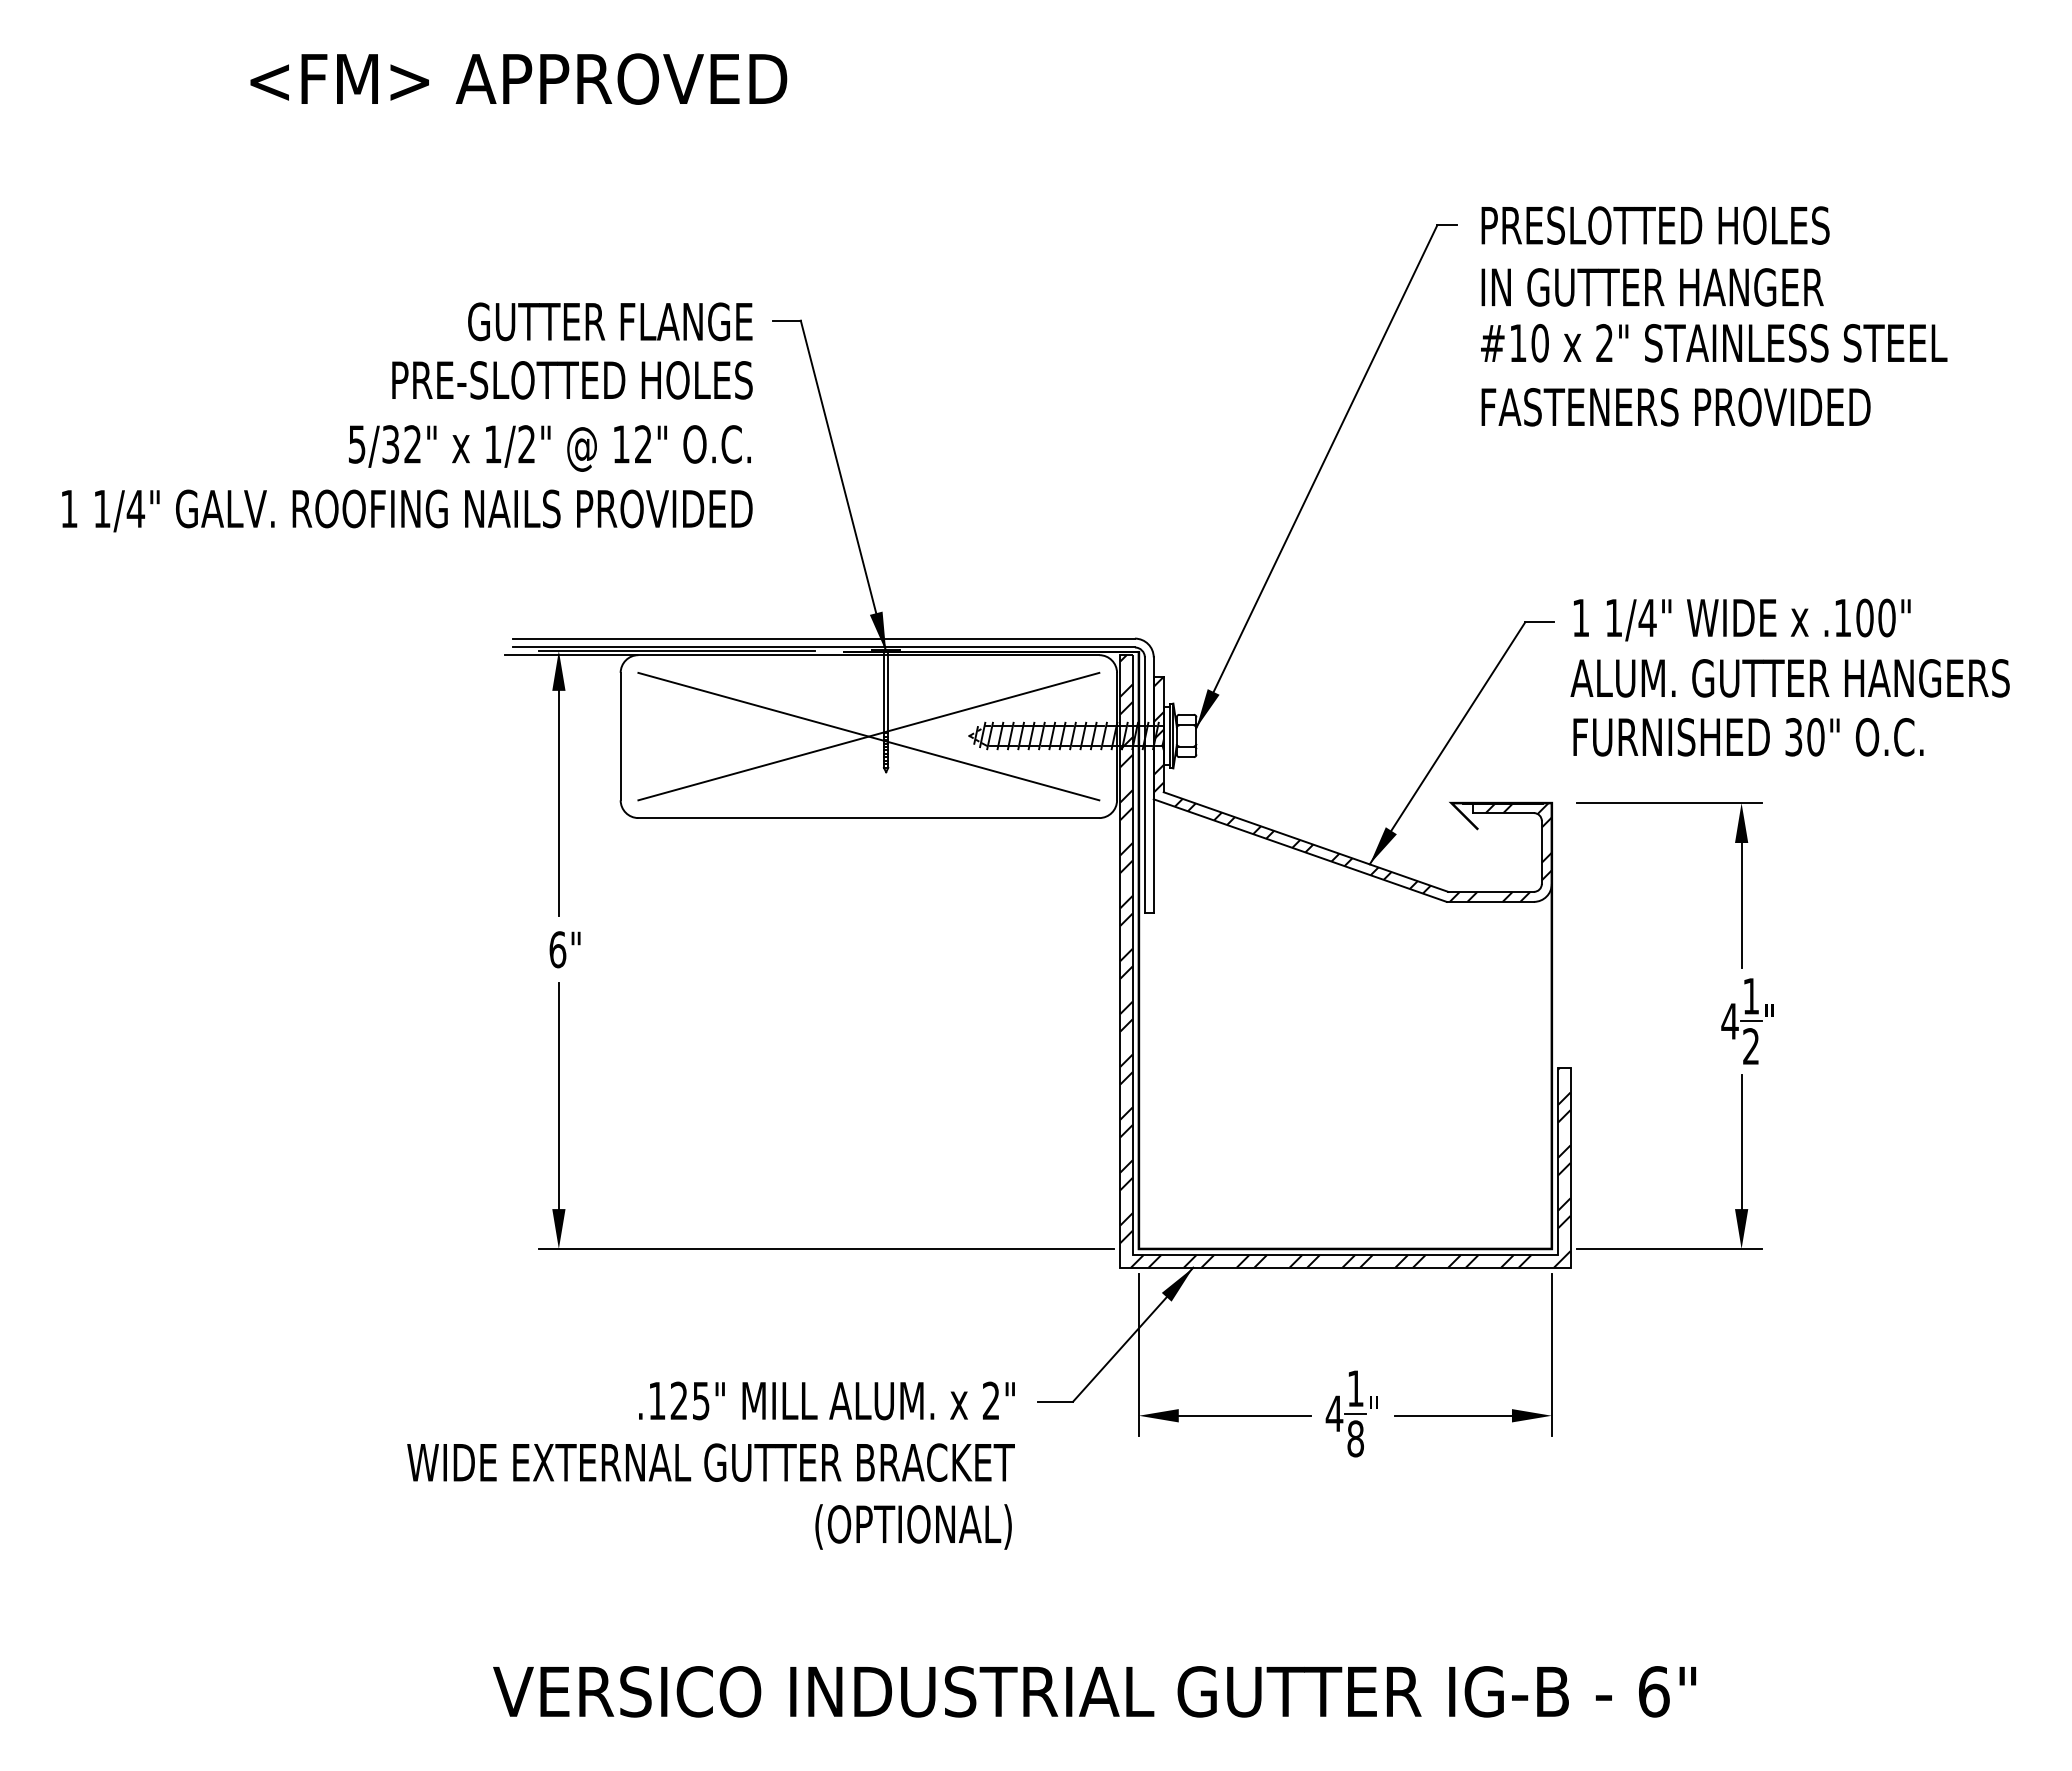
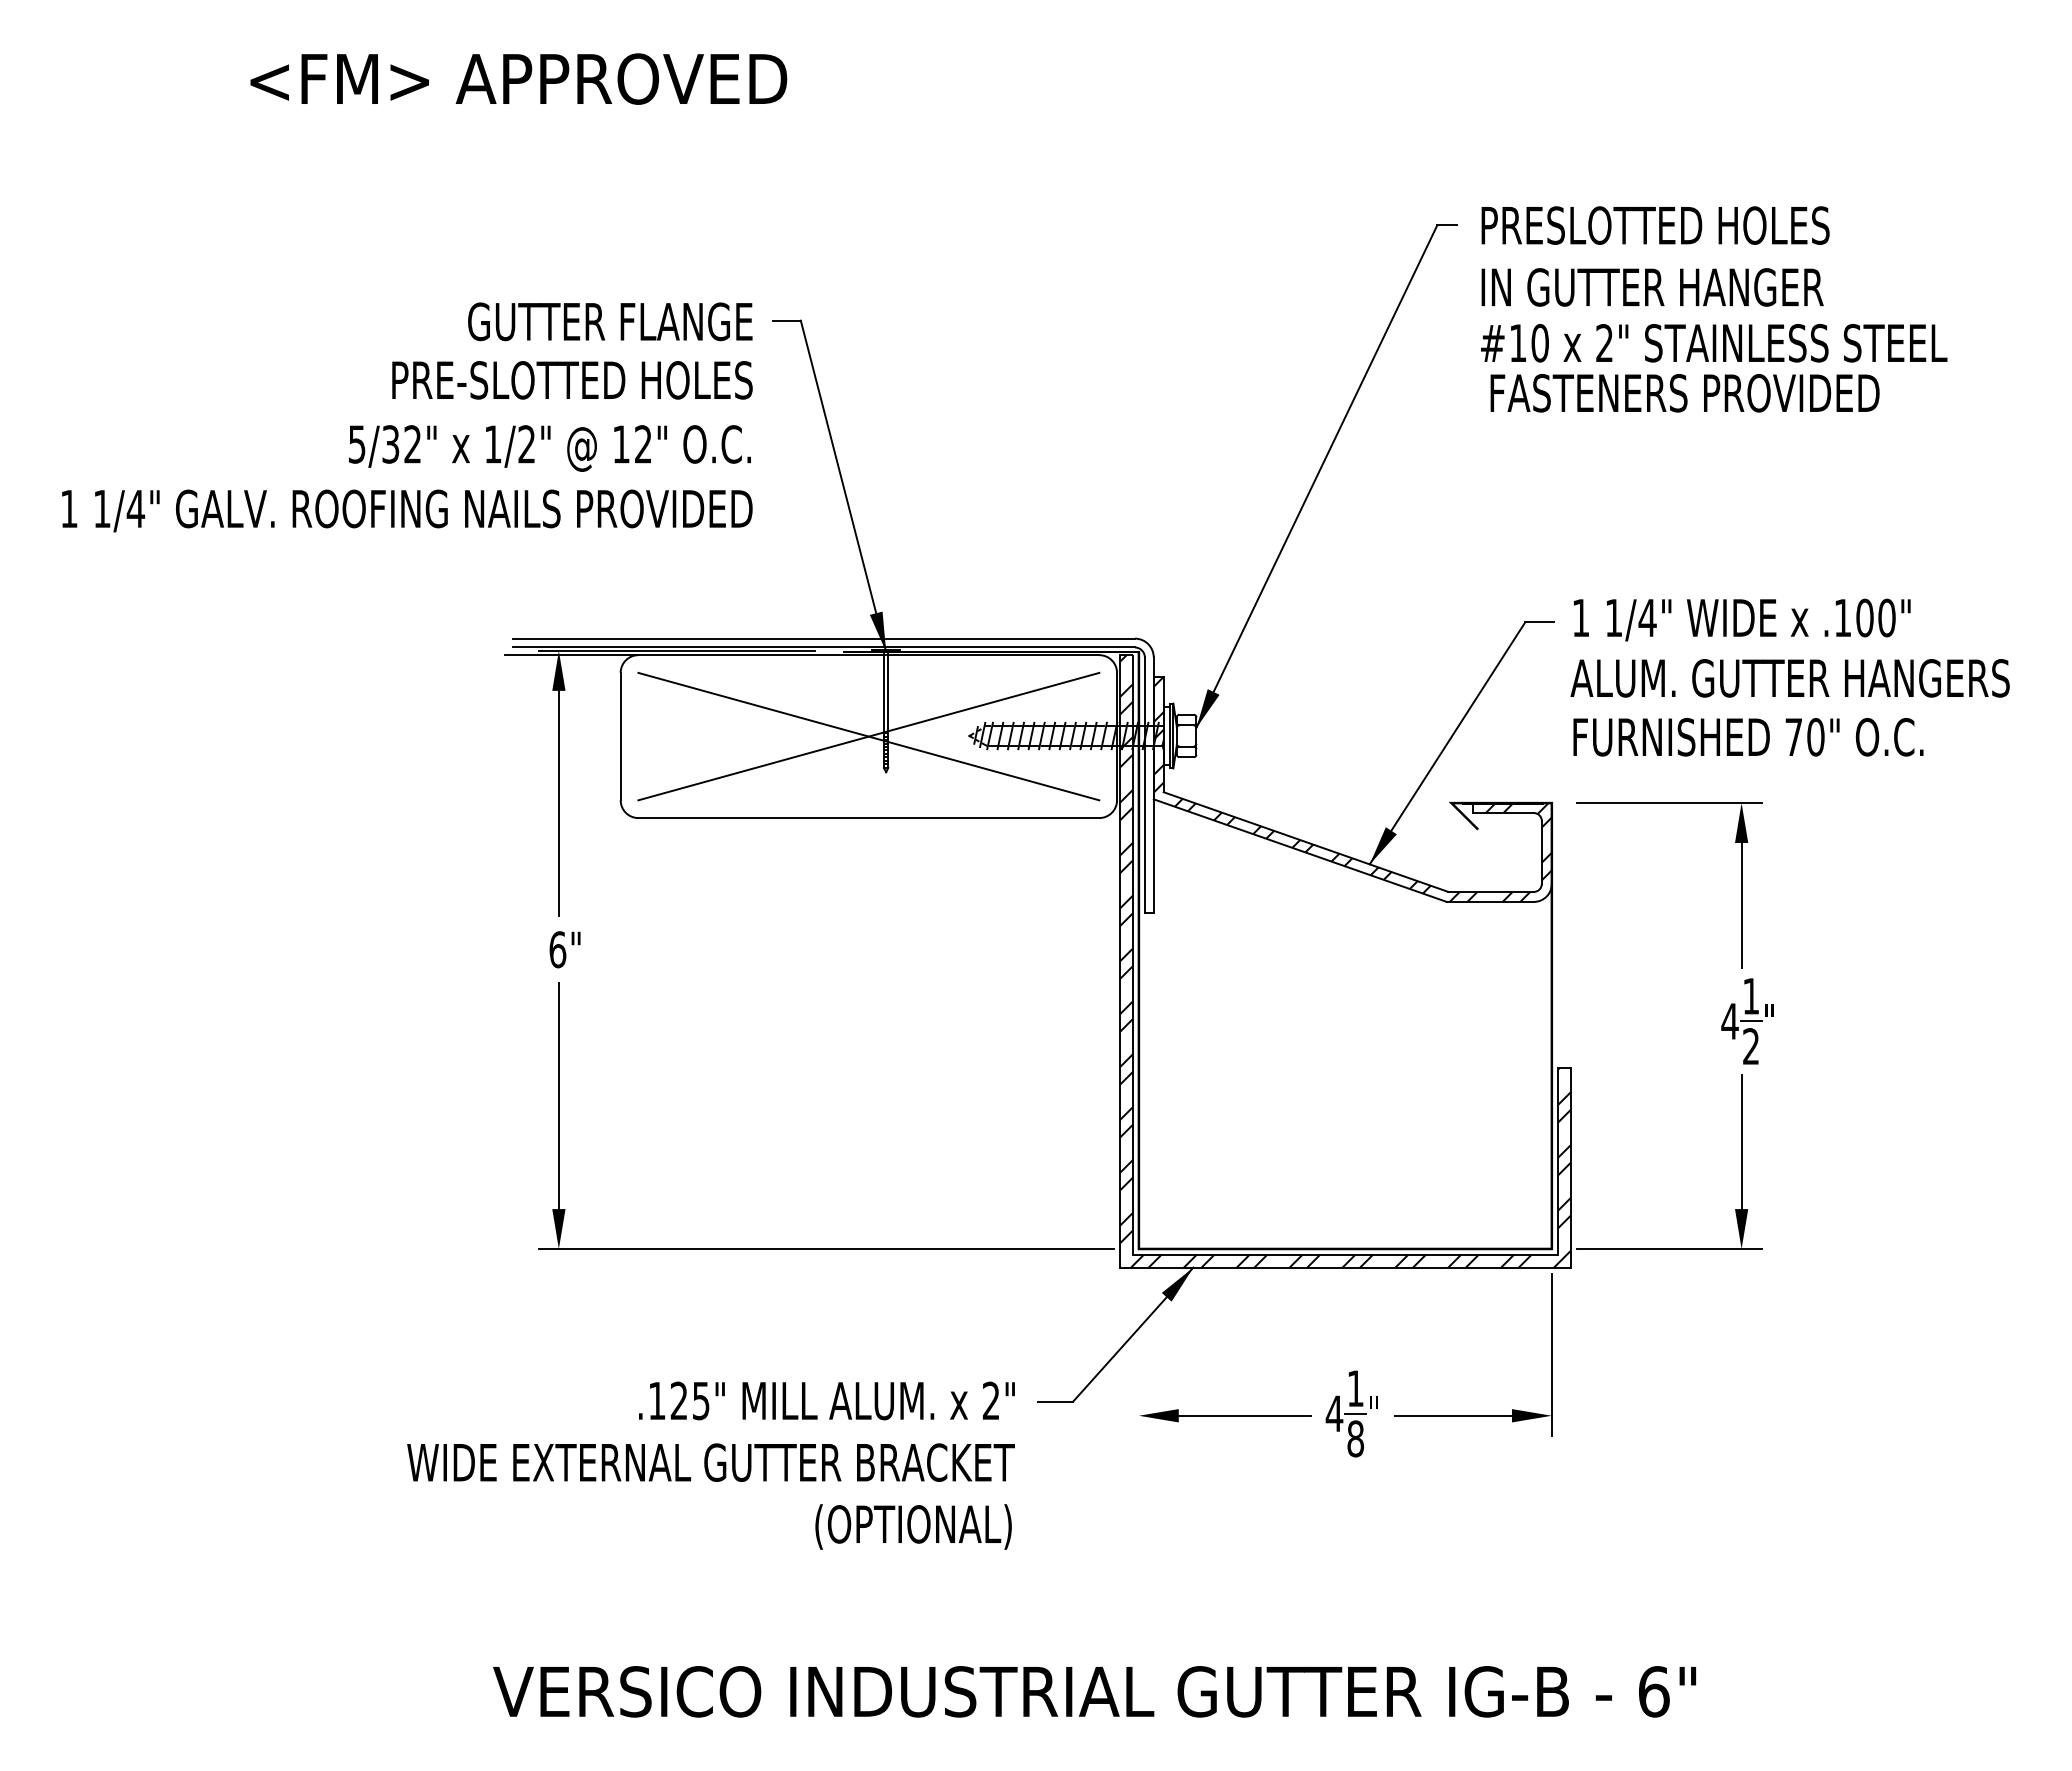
text at (1675, 407) position: (1675, 407) -> (1684, 393)
text at (1793, 737): 30" -> 70"
line at (1138, 1354): present -> none
